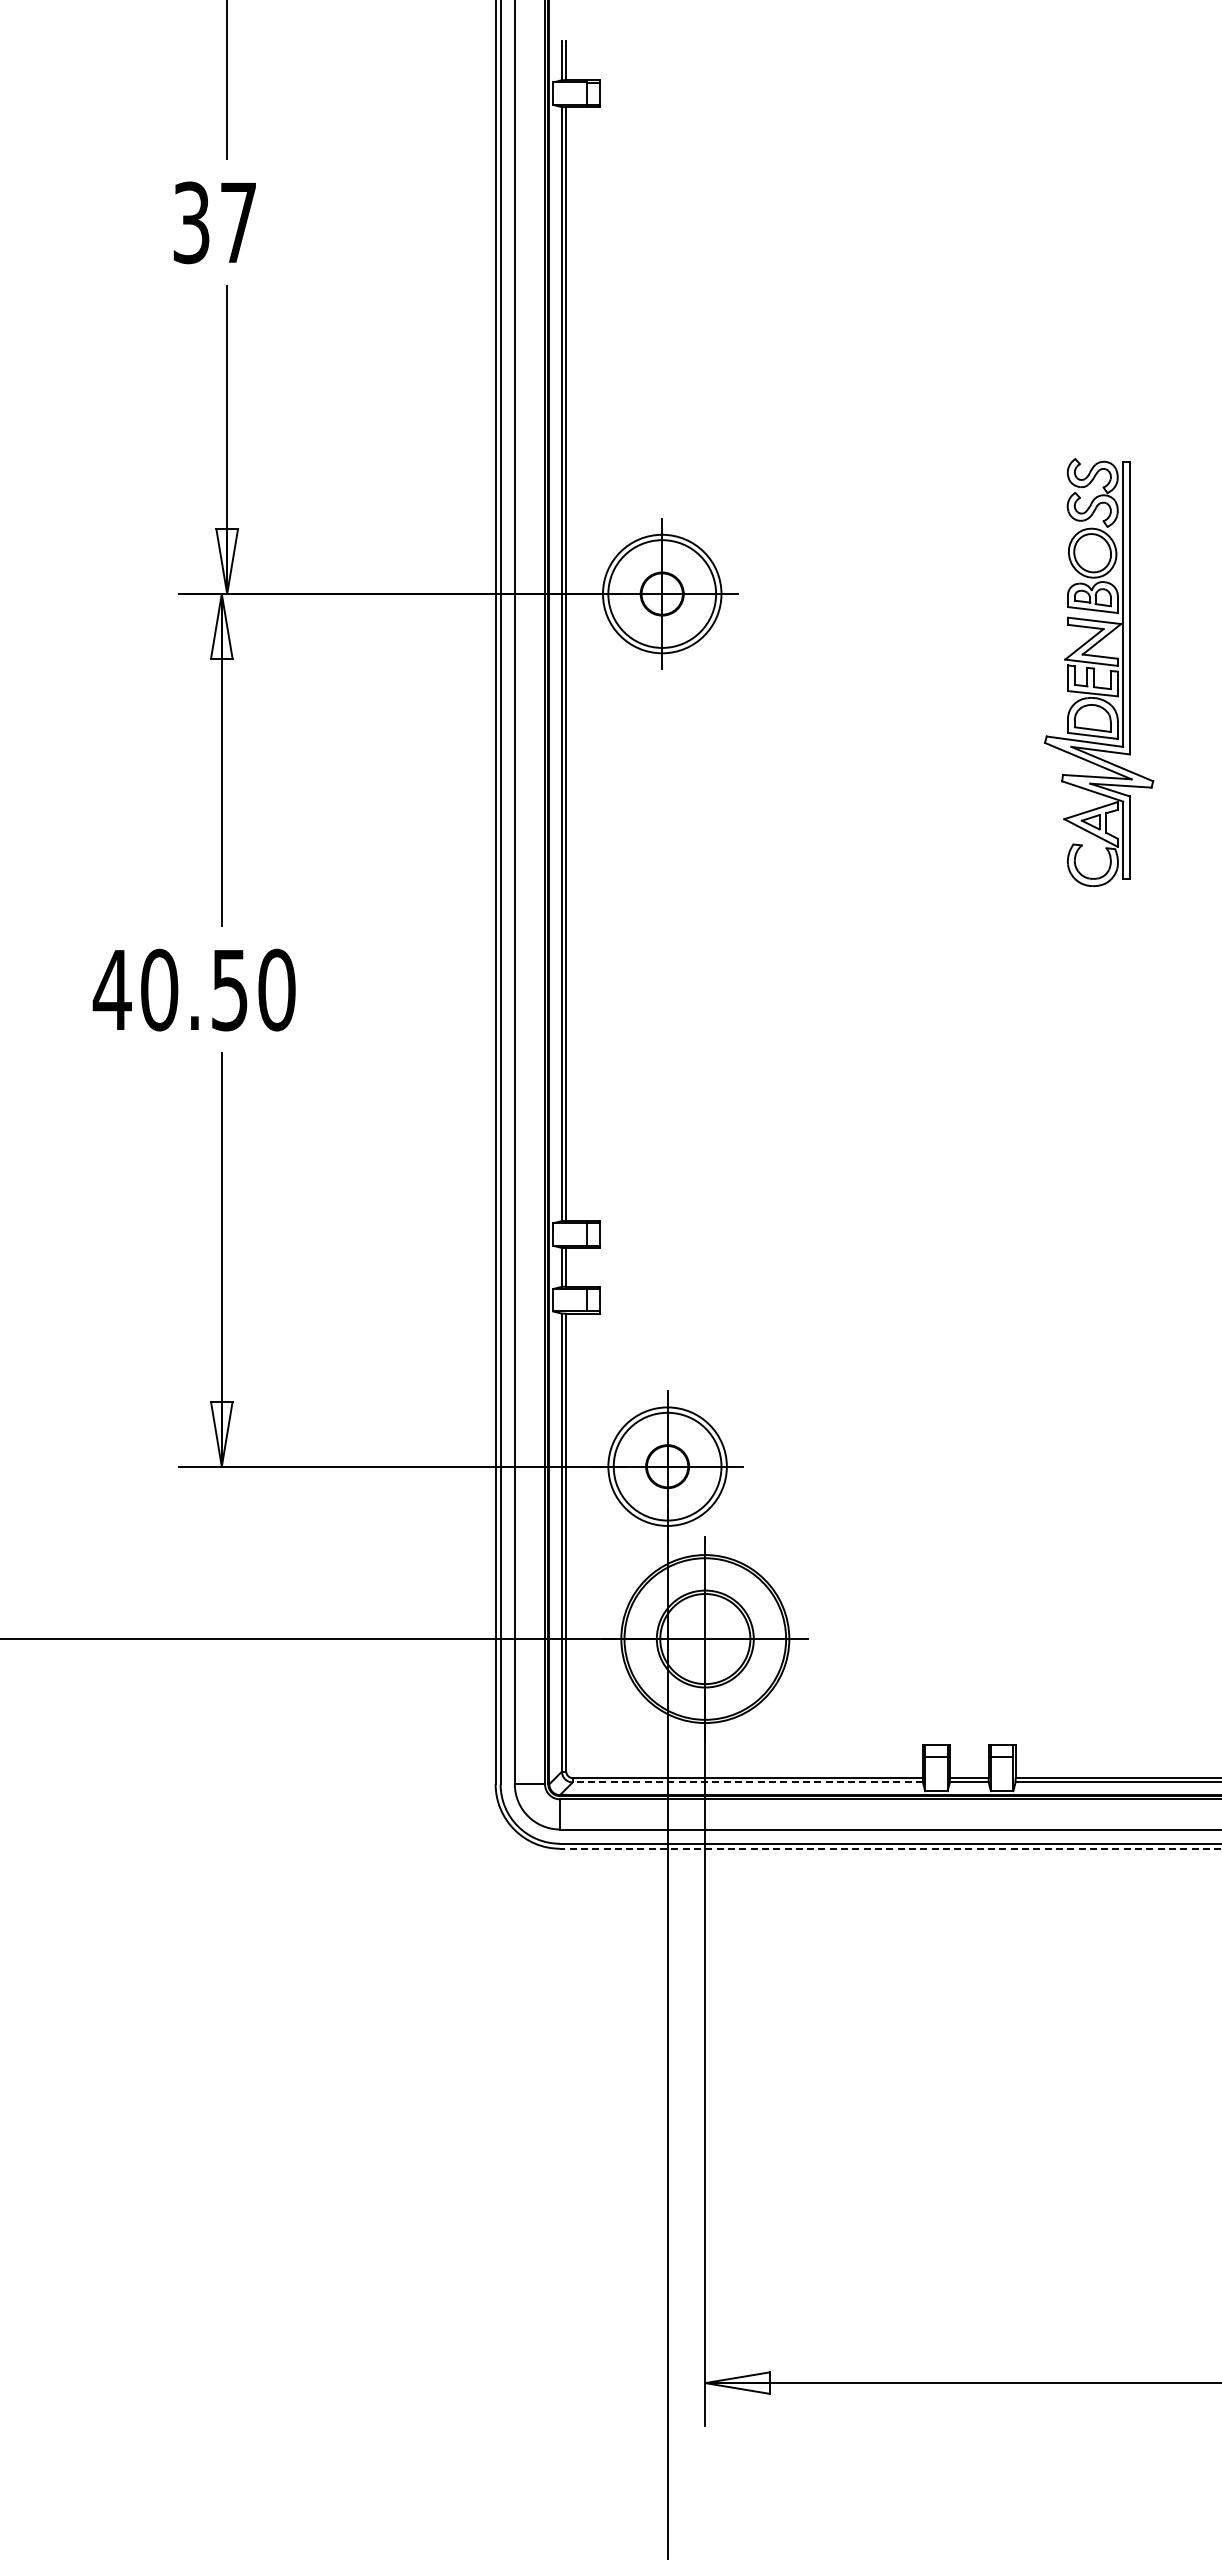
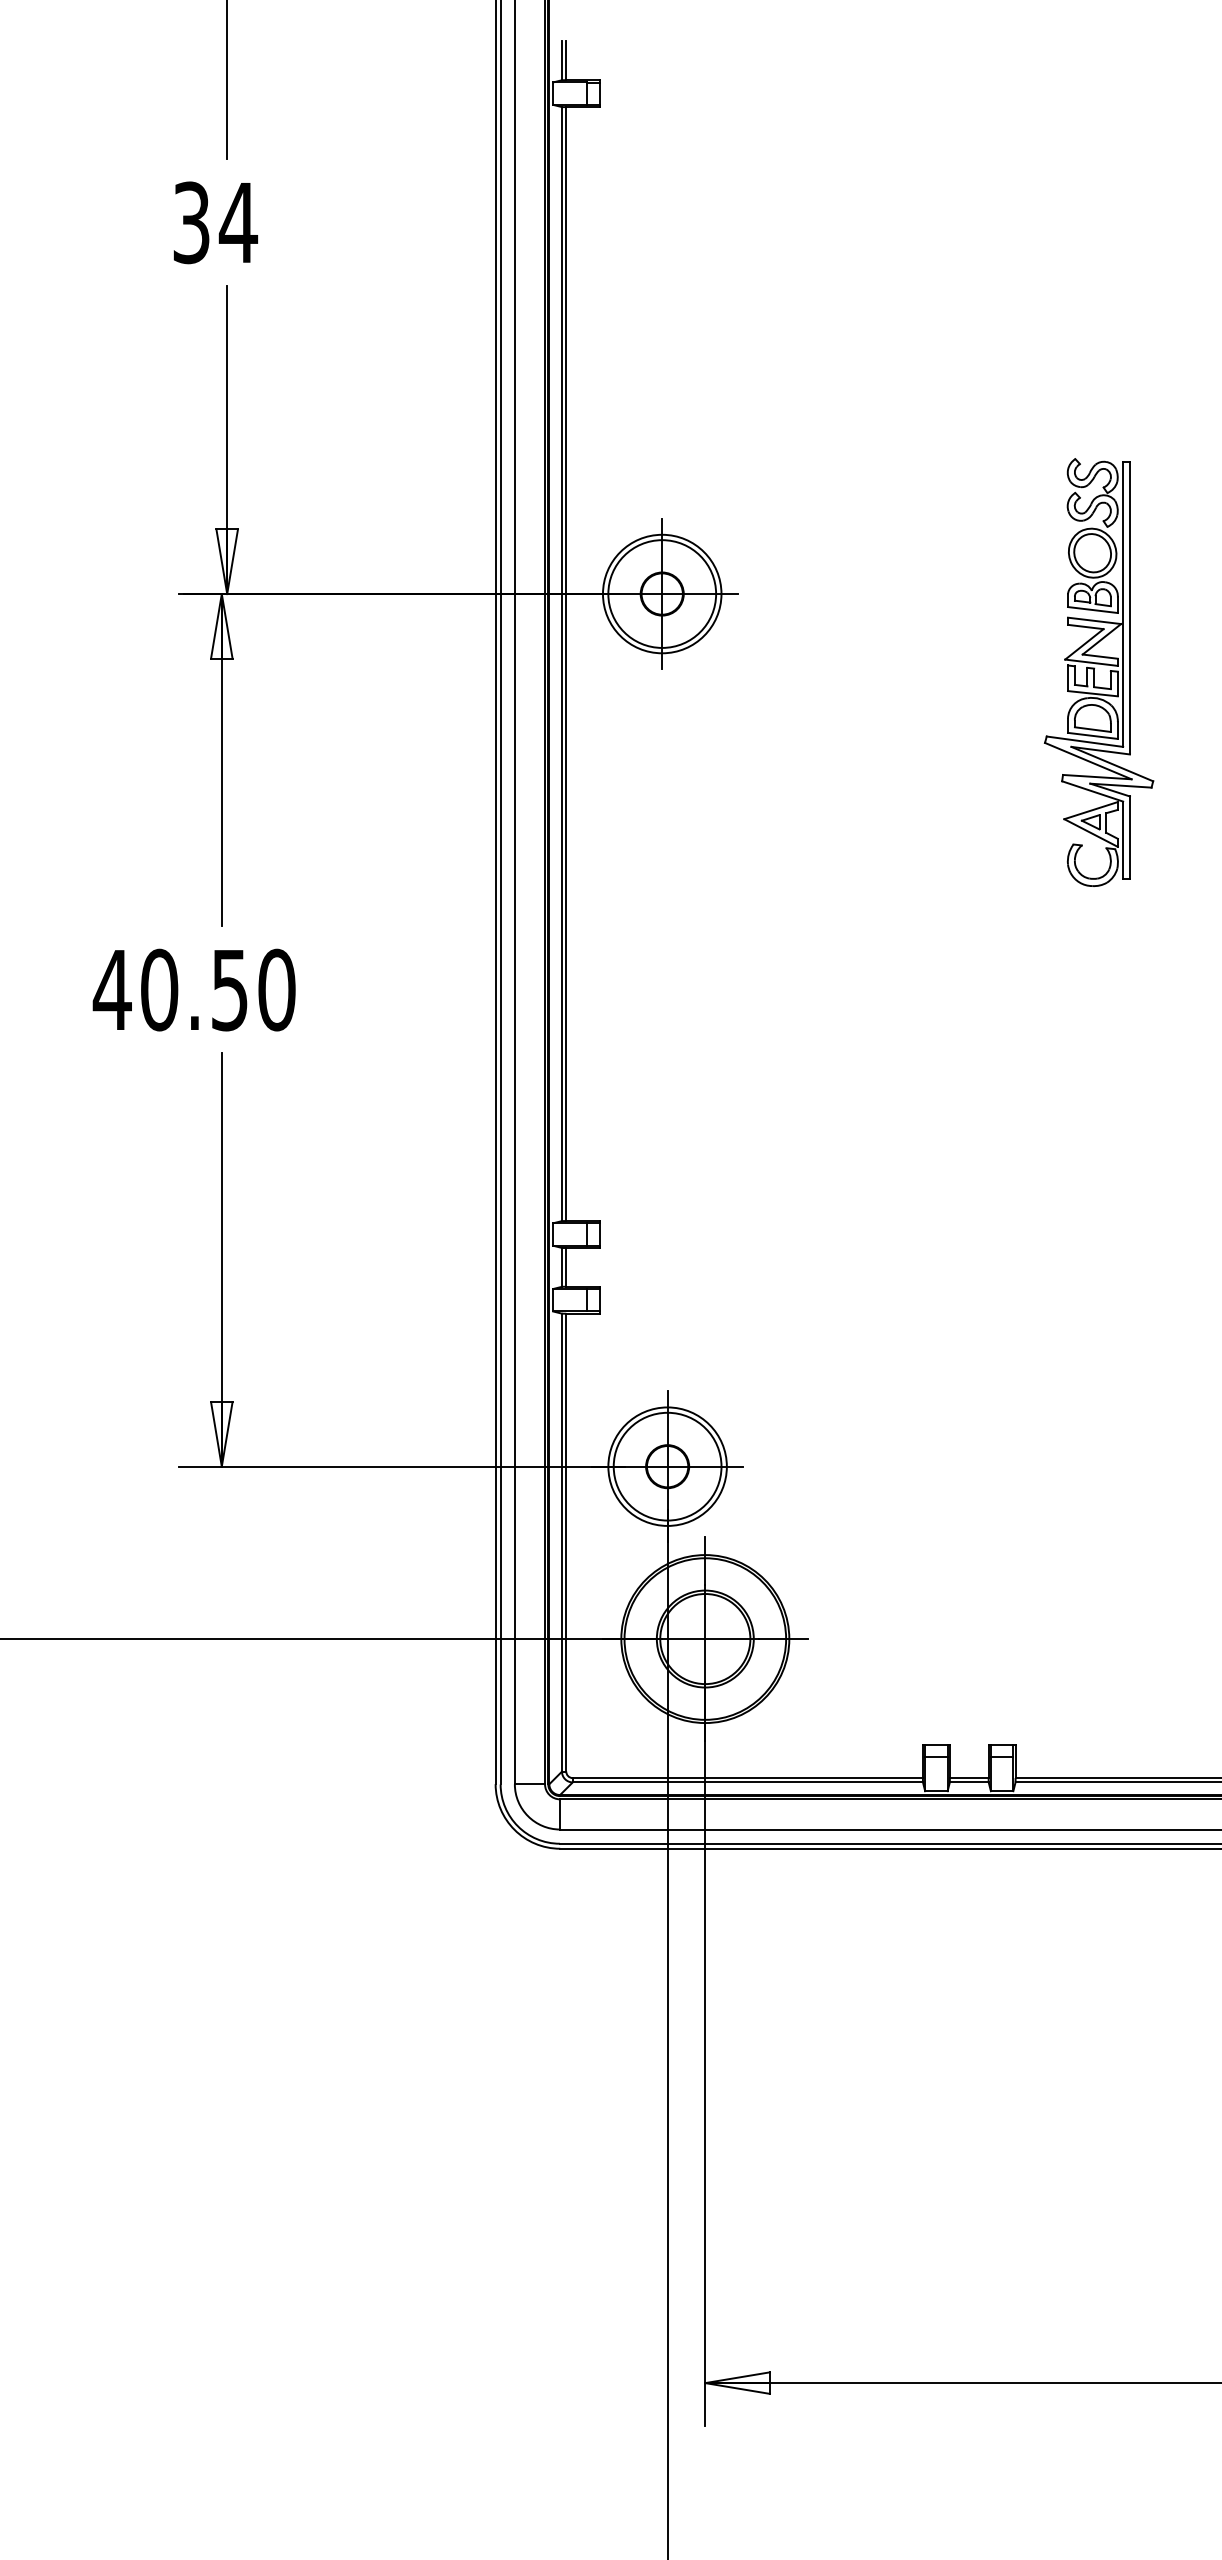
text at (238, 222): 37 -> 34
line at (747, 1782): dashed -> solid
line at (890, 1848): dashed -> solid
